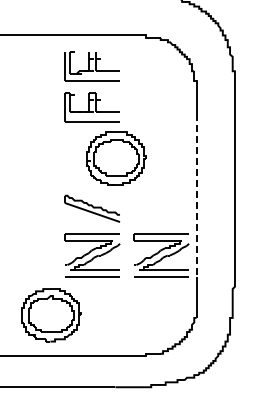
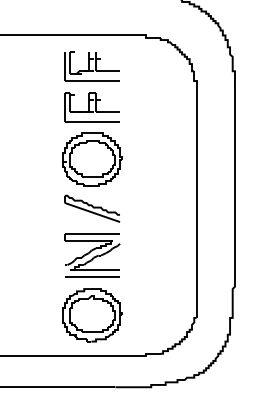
part at (116, 158) position: (116, 158) -> (92, 159)
line at (196, 196): dashed -> solid
part at (161, 255): present -> none
part at (51, 315) position: (51, 315) -> (92, 315)
